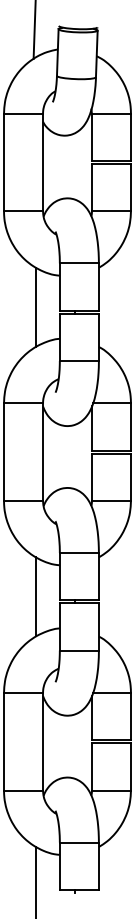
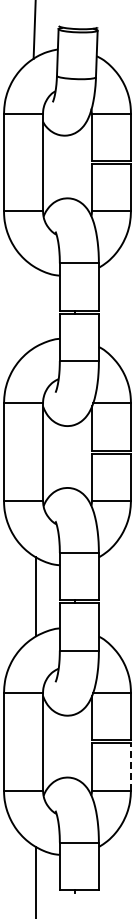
line at (36, 306): present -> none
line at (130, 766): solid -> dashed
